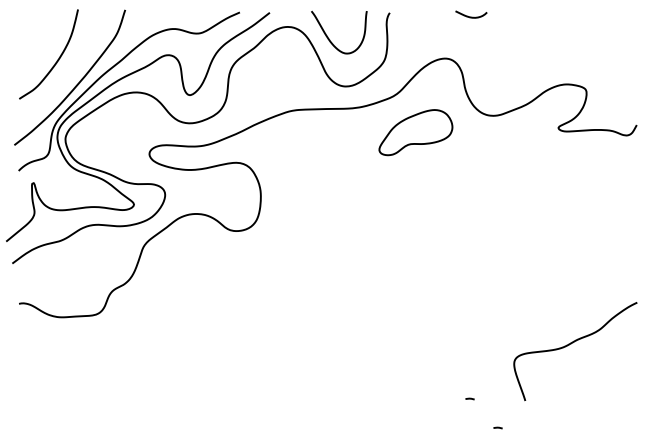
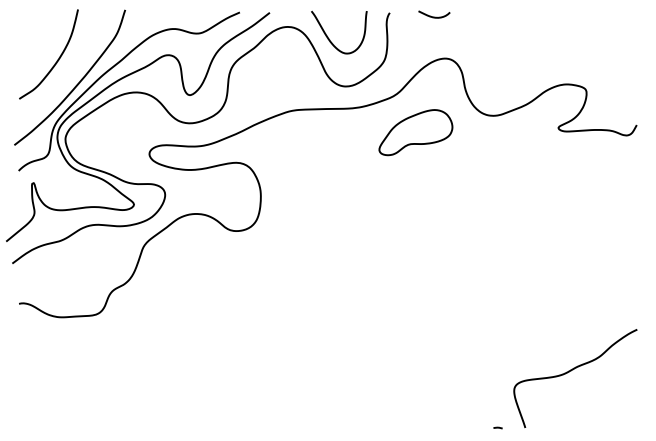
curve at (471, 16) position: (471, 16) -> (434, 16)
curve at (571, 344) position: (571, 344) -> (571, 371)
line at (469, 398): present -> none
